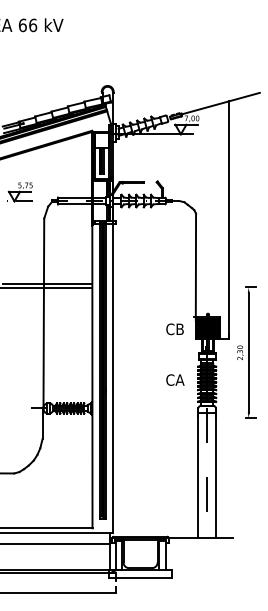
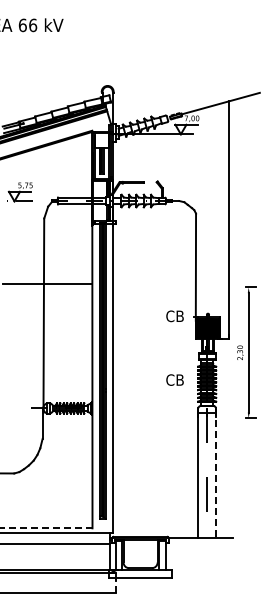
line at (47, 287): present -> none
text at (174, 329) position: (174, 329) -> (174, 316)
text at (179, 379): CA -> CB
line at (215, 473): solid -> dashed
line at (46, 528): solid -> dashed
